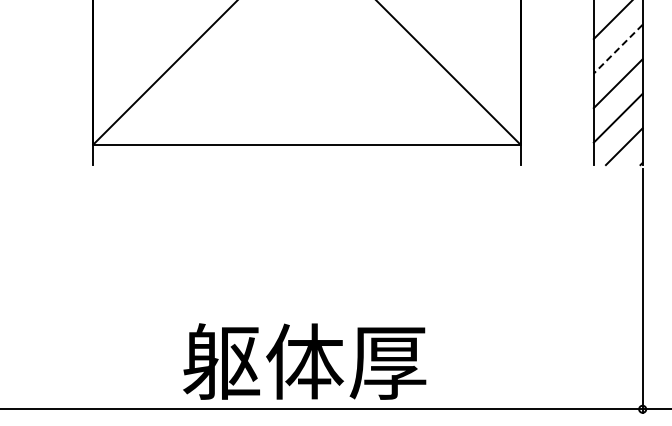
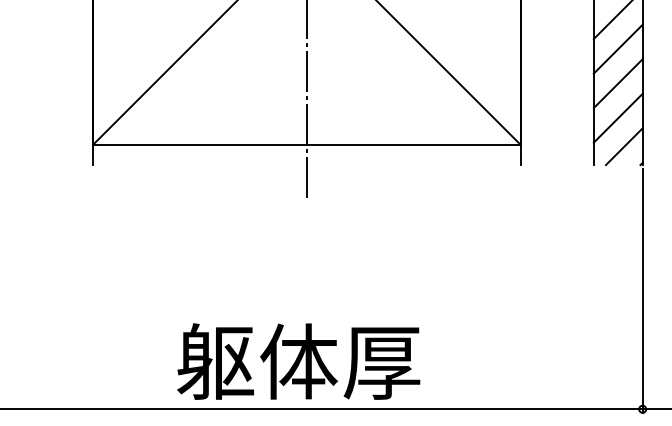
line at (618, 49): dashed -> solid
line at (306, 99): none -> present
text at (304, 361) position: (304, 361) -> (298, 361)
